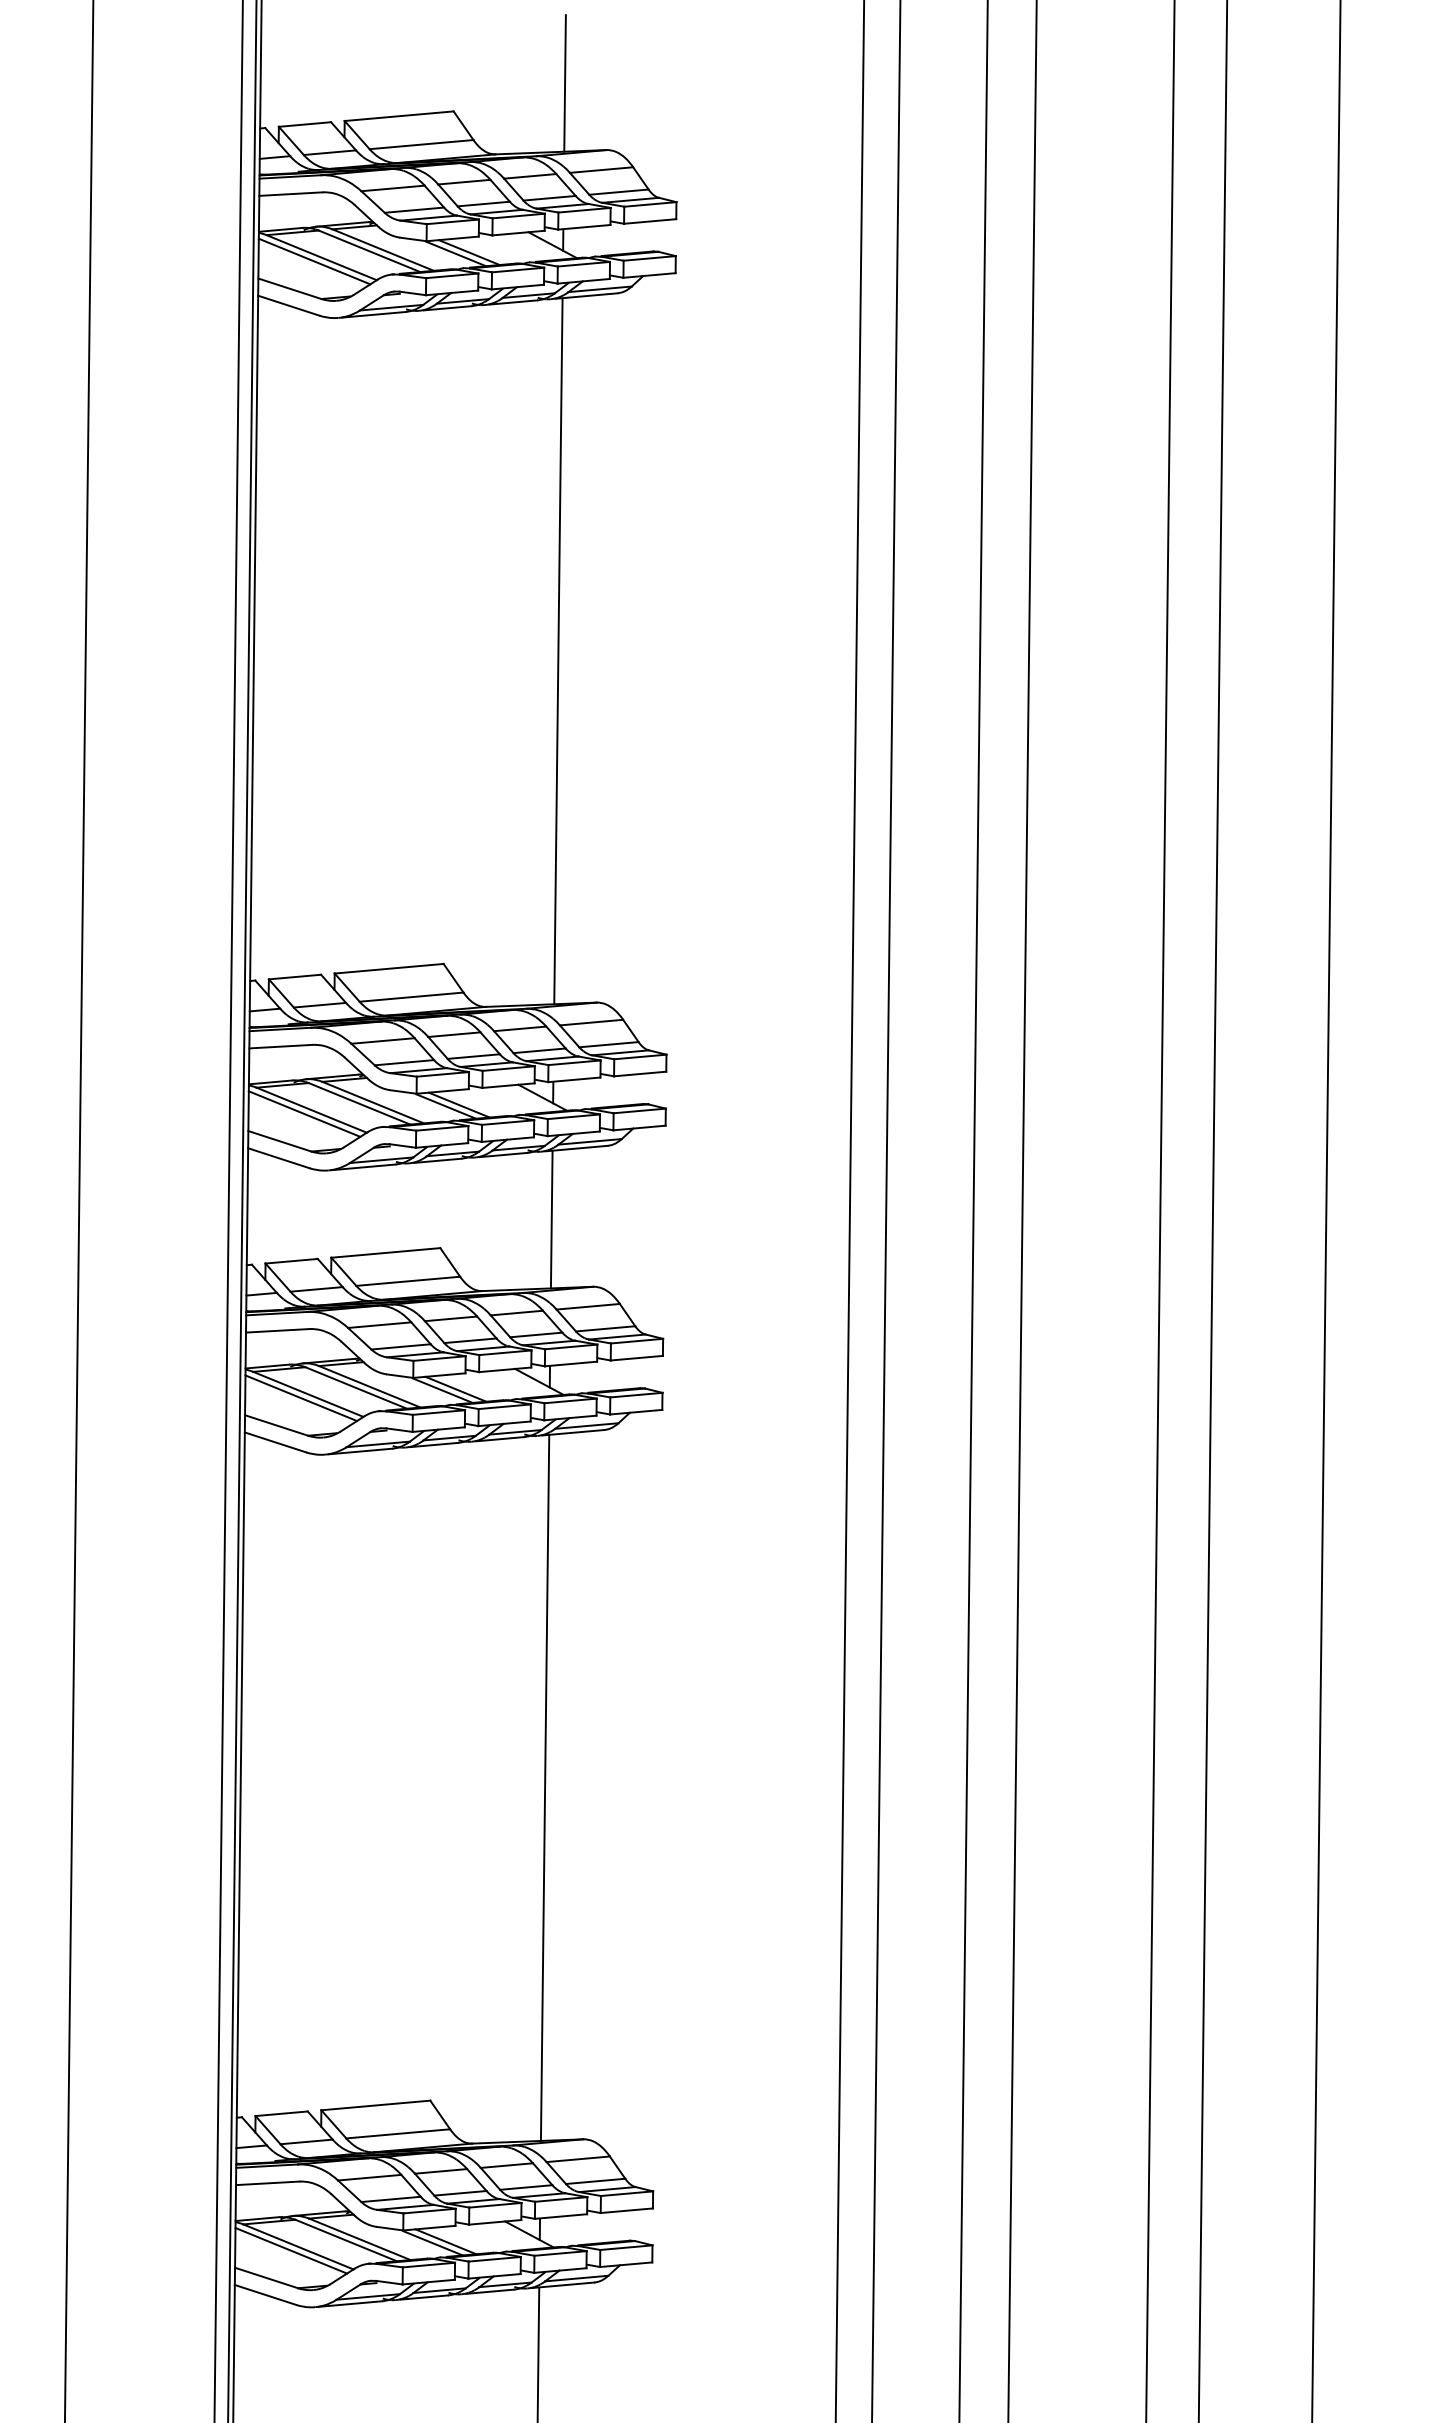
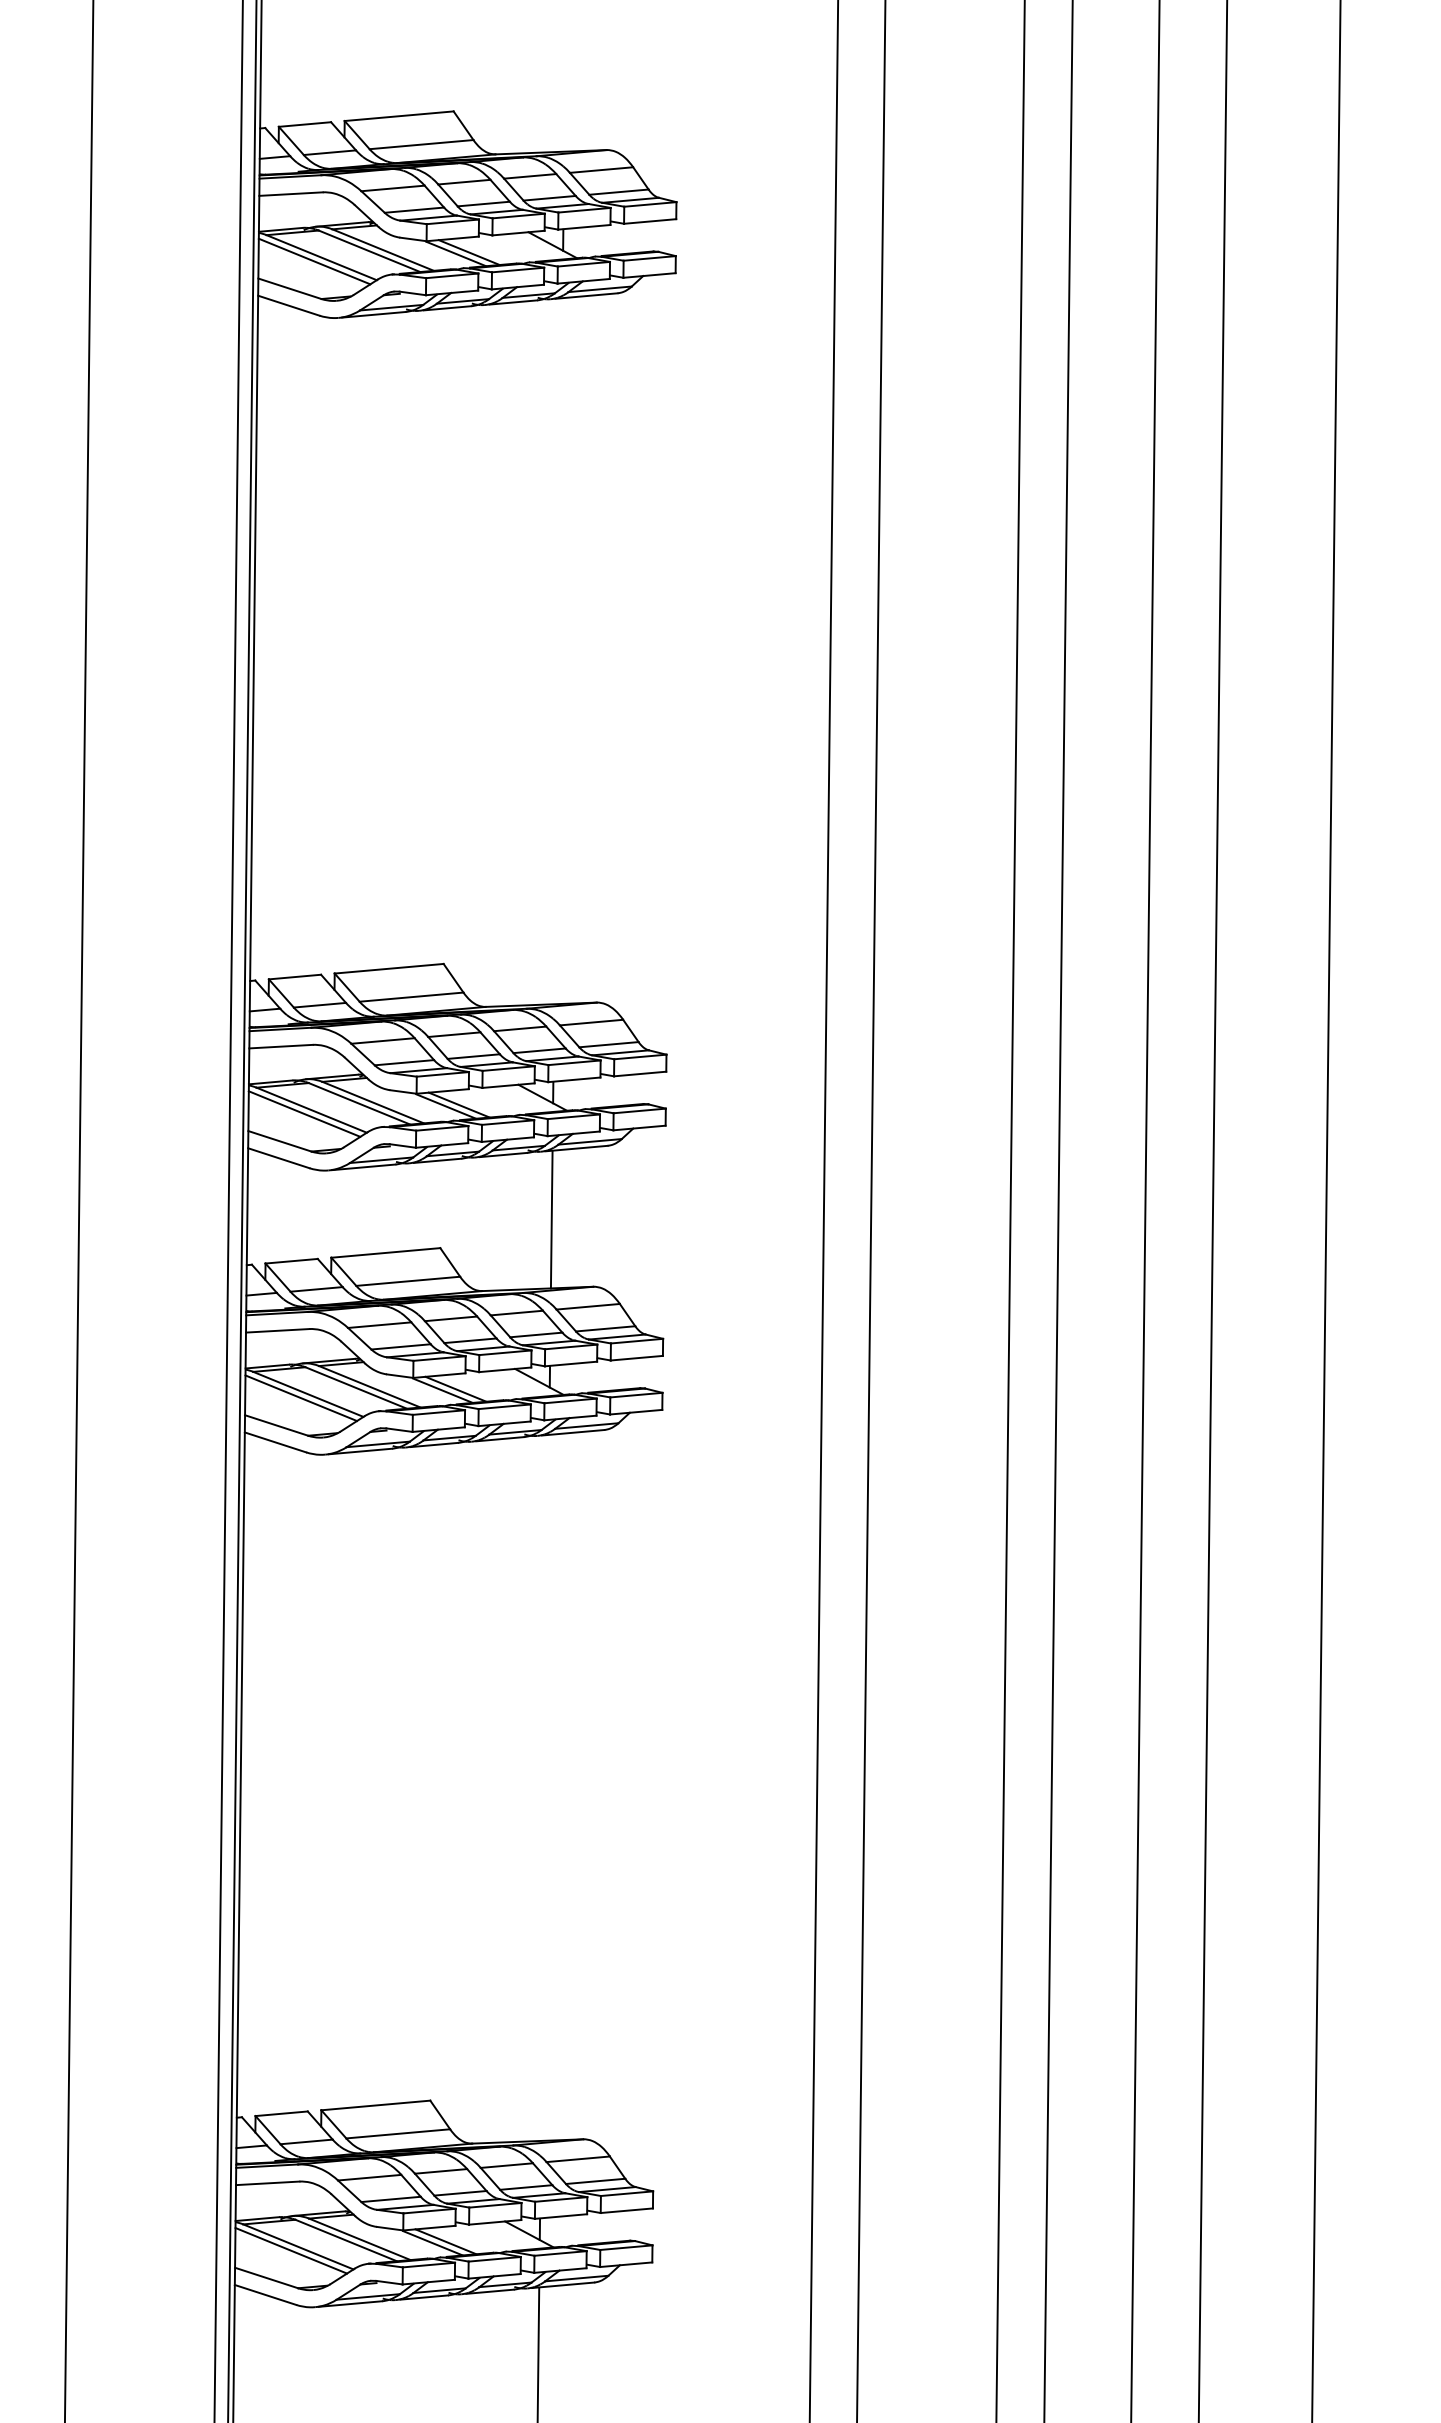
line at (564, 83): present -> none
line at (558, 651): present -> none
line at (849, 1210) position: (849, 1210) -> (823, 1210)
line at (886, 1210) position: (886, 1210) -> (871, 1210)
line at (973, 1210) position: (973, 1210) -> (1010, 1210)
line at (1022, 1210) position: (1022, 1210) -> (1058, 1210)
line at (1160, 1210) position: (1160, 1210) -> (1145, 1210)
line at (544, 1788): present -> none
